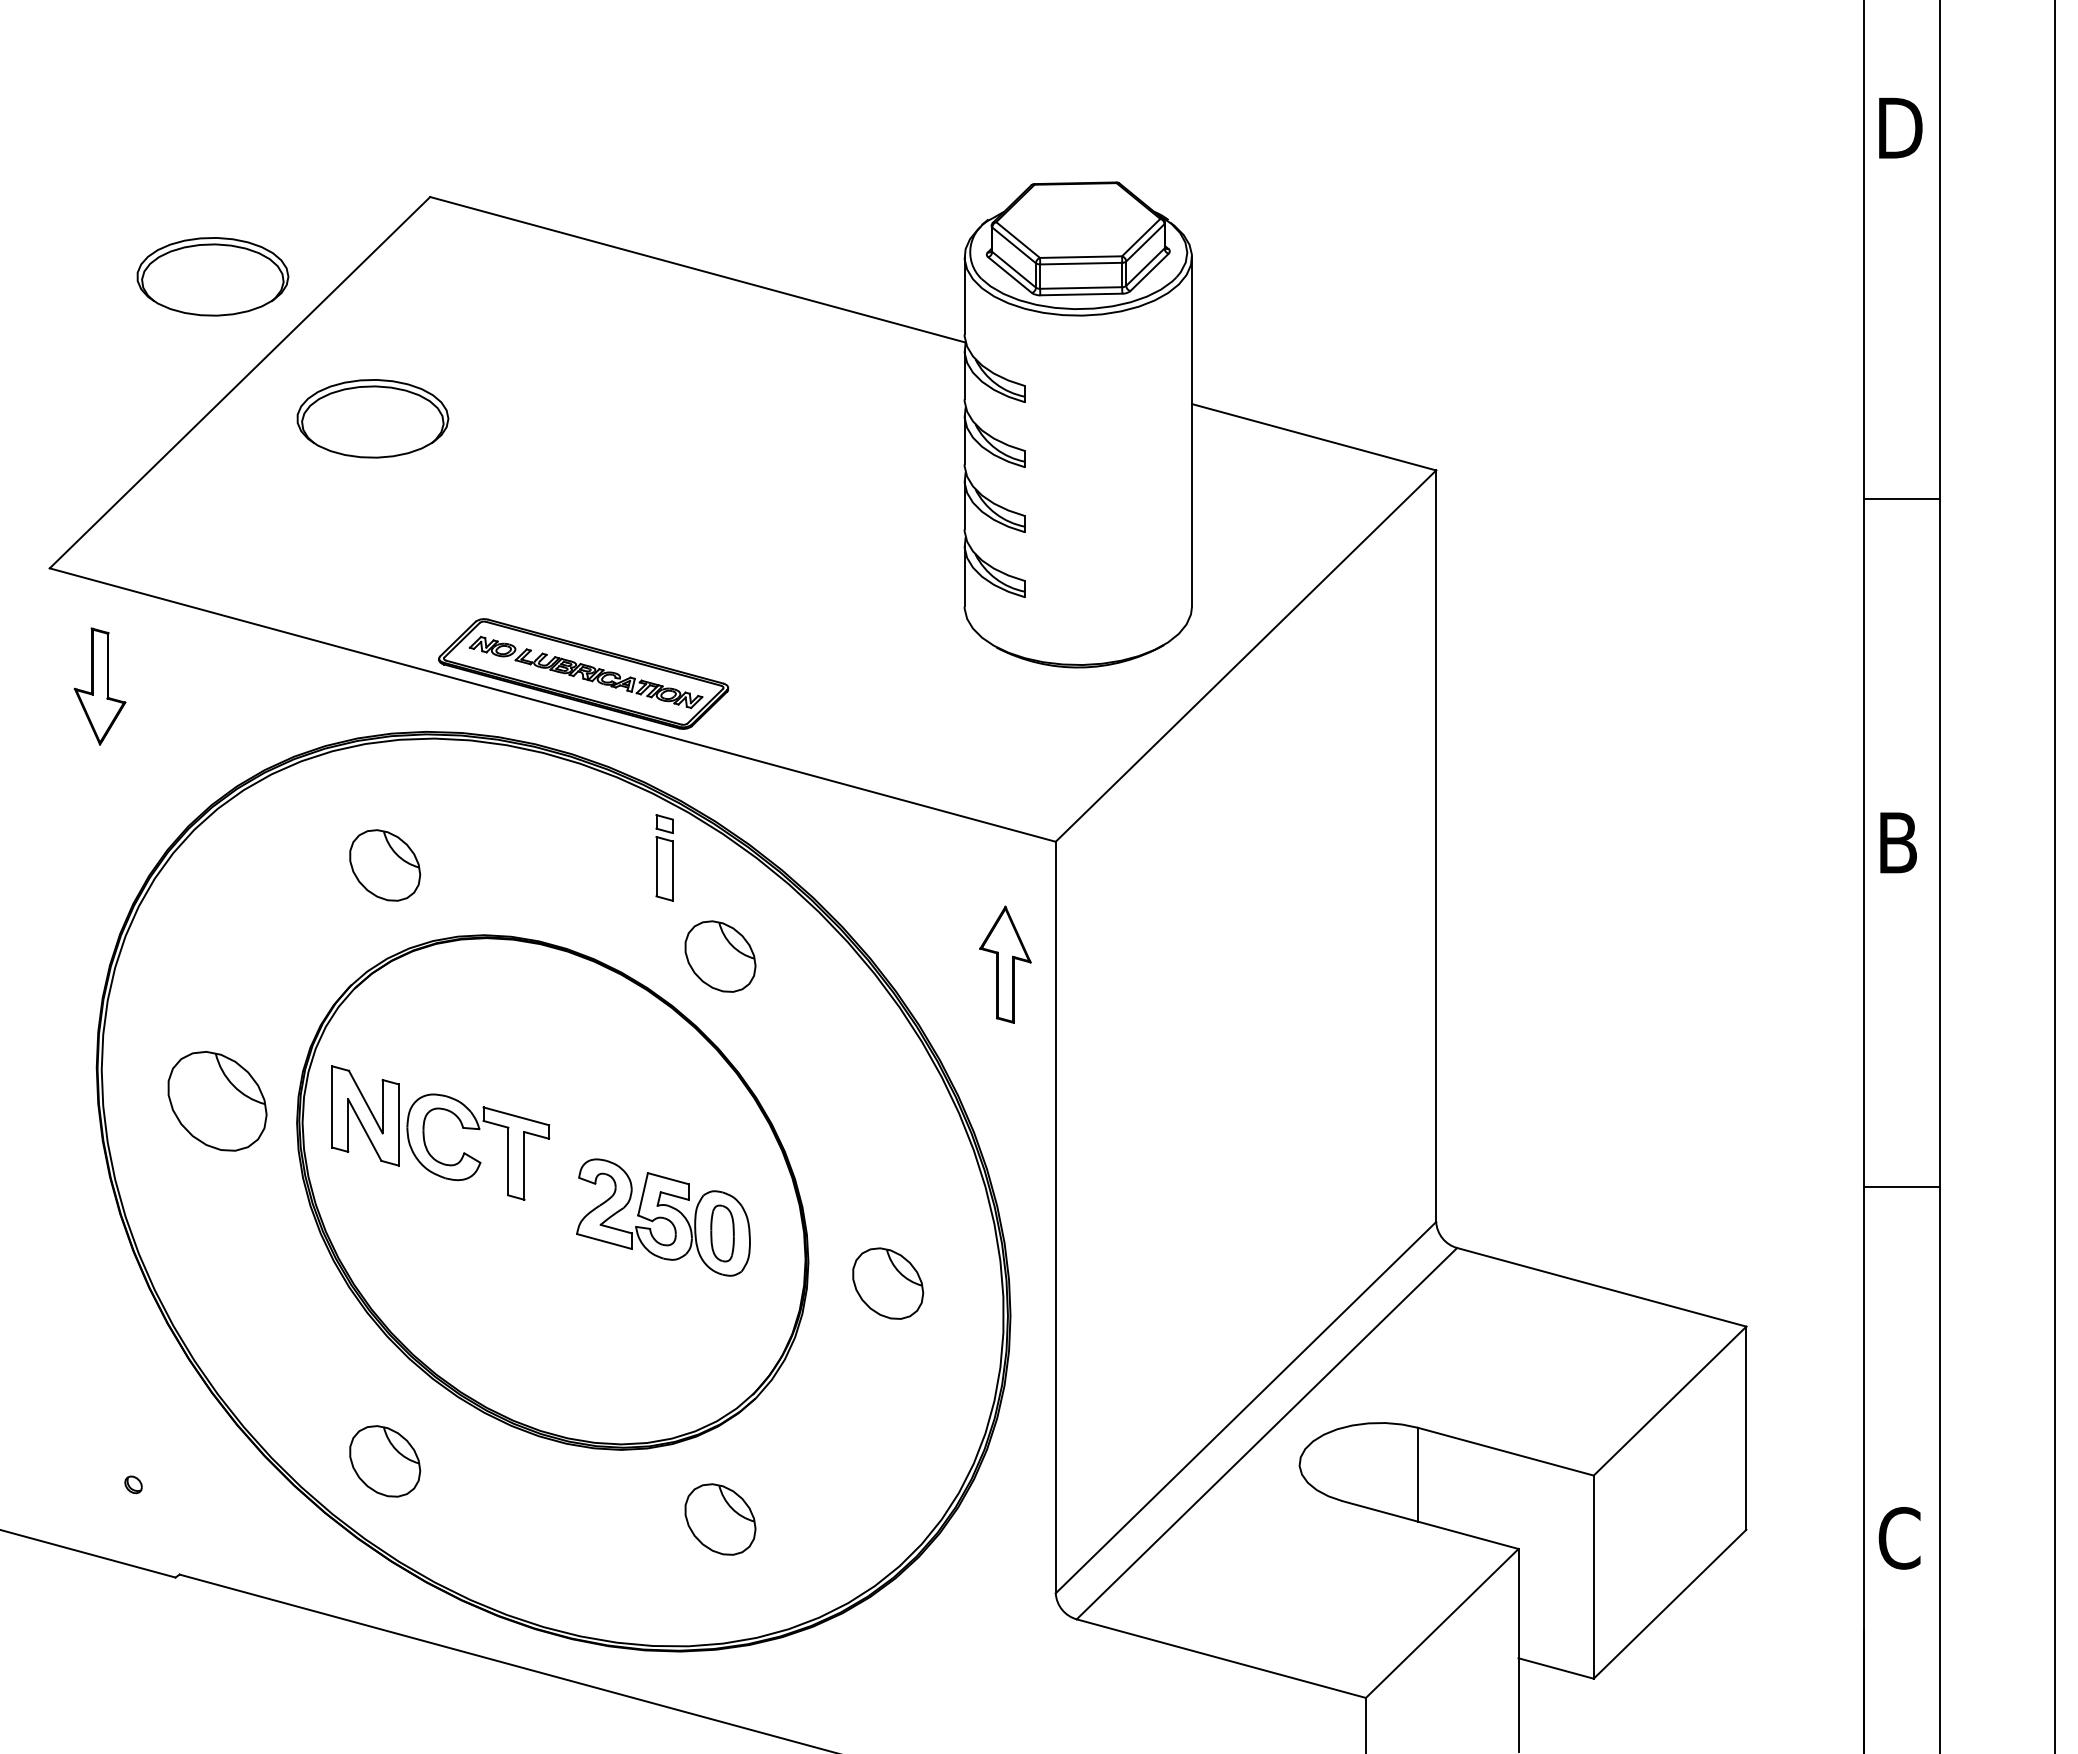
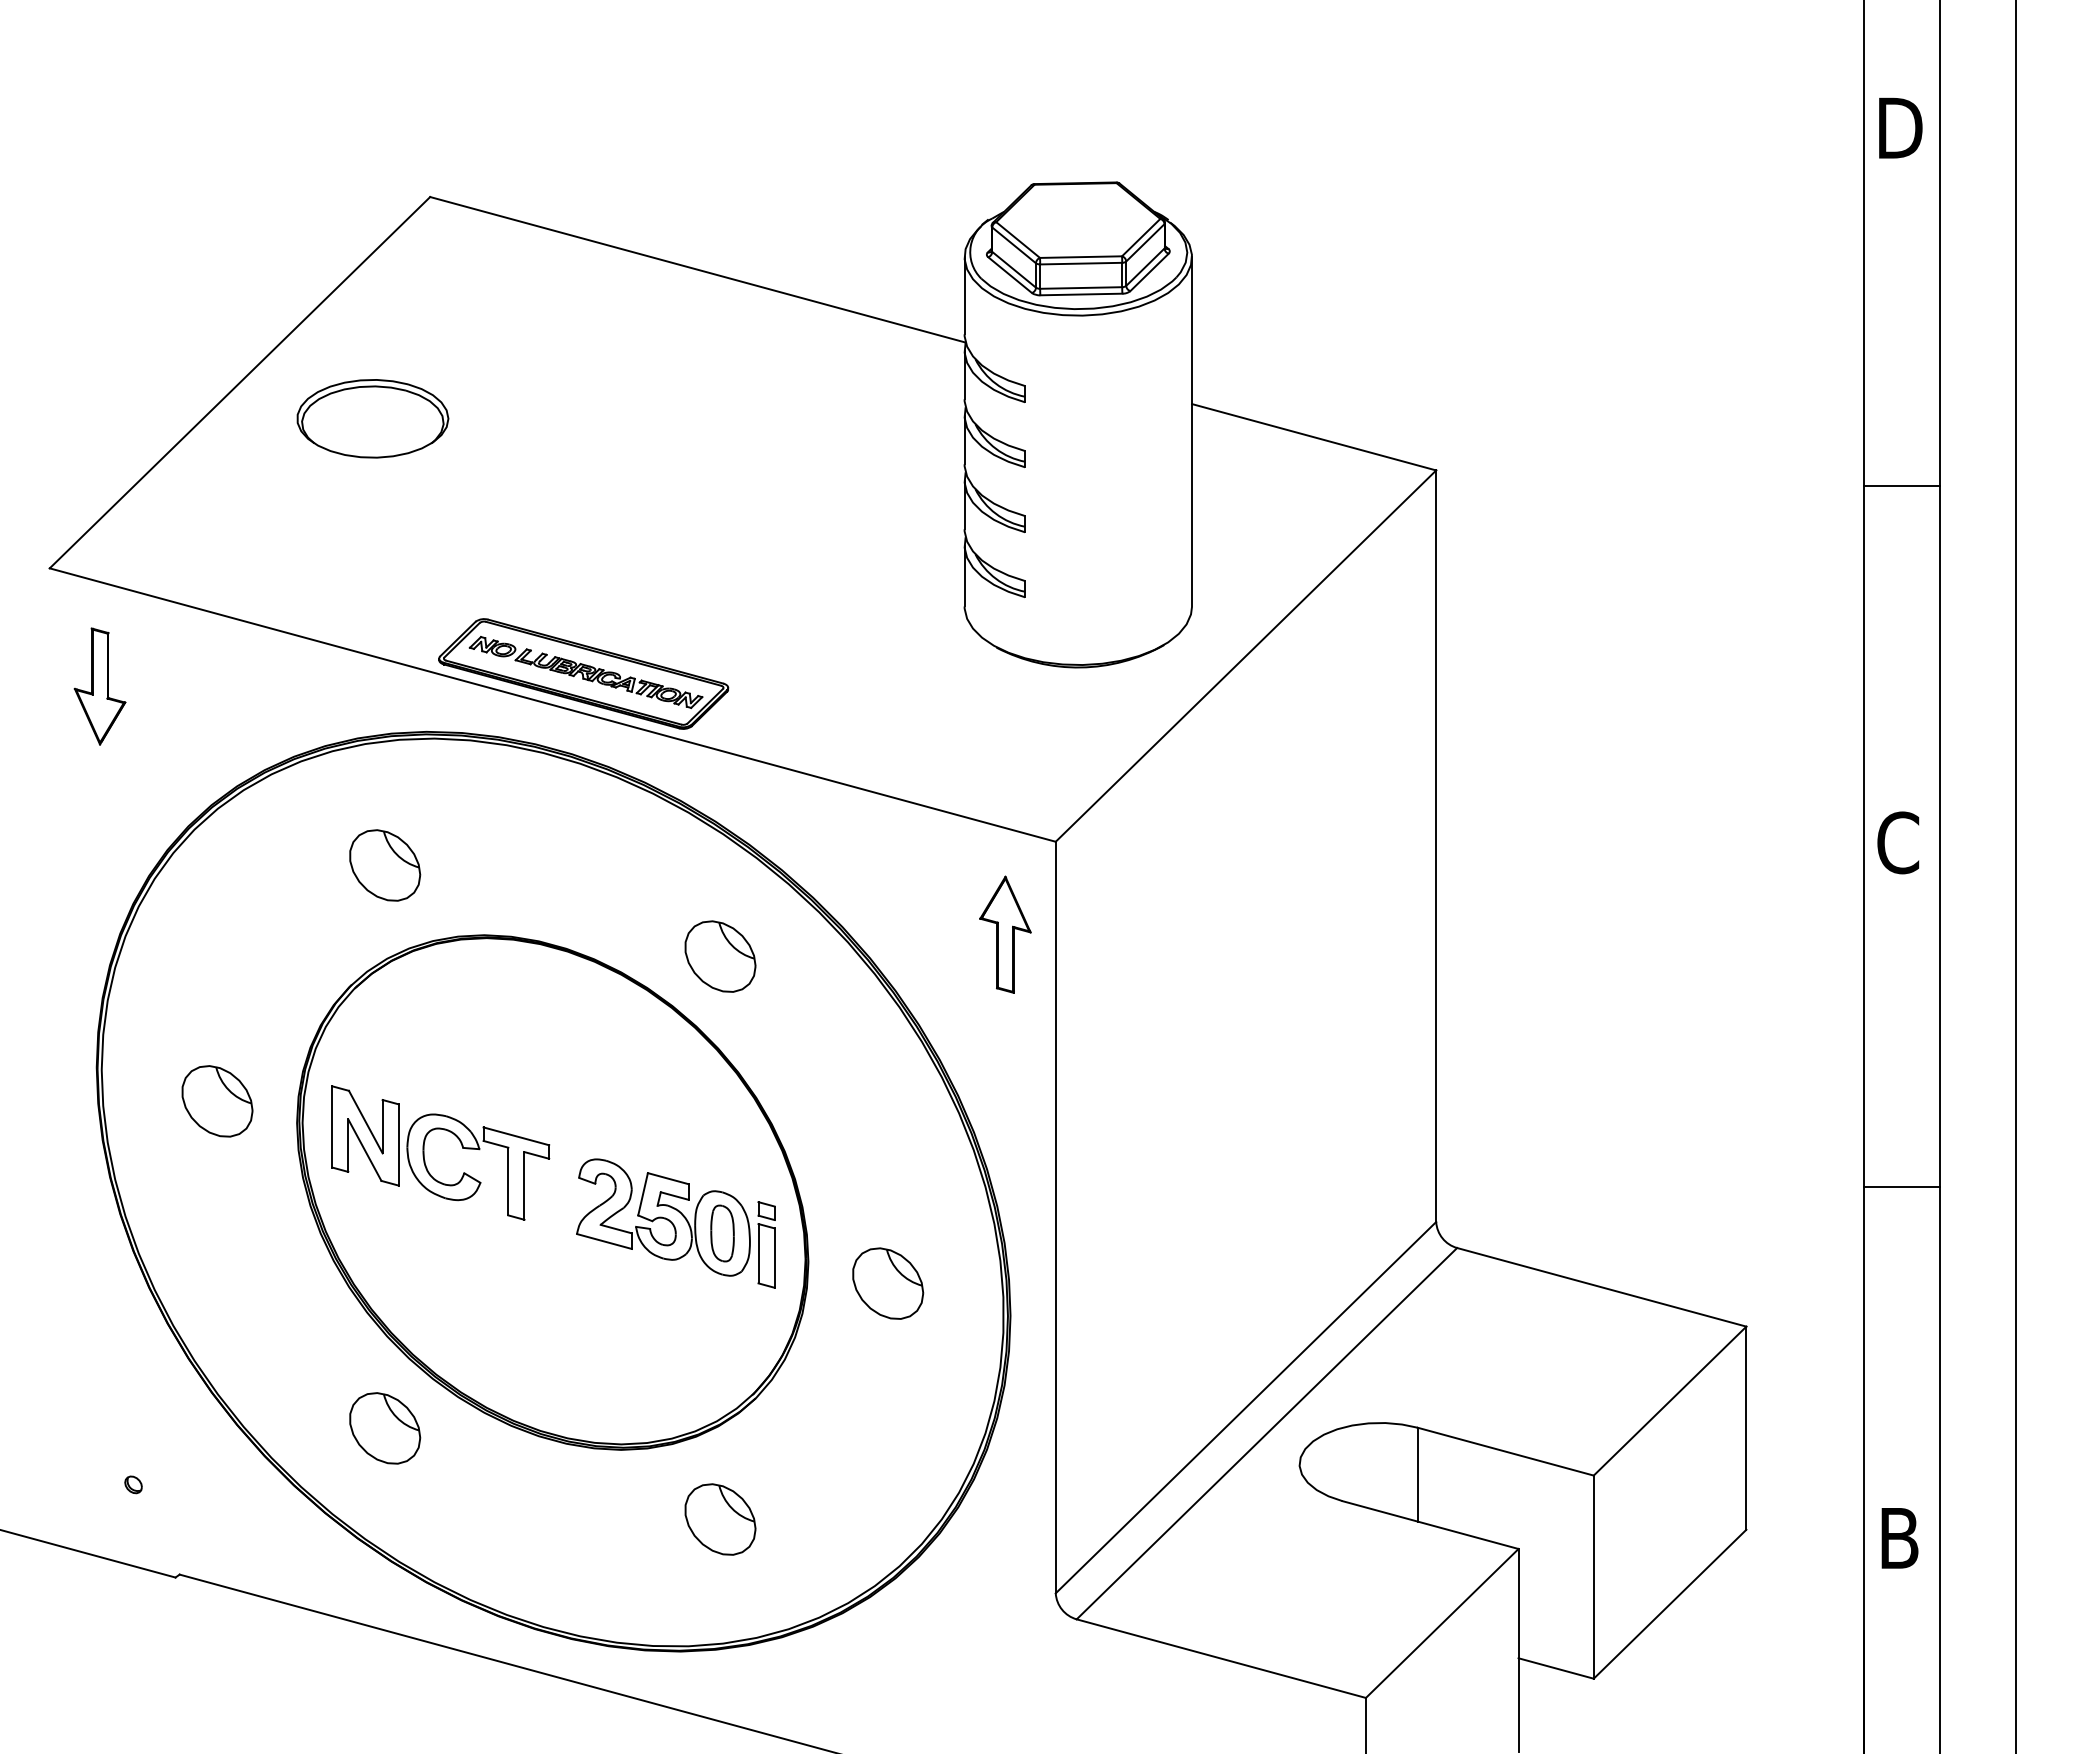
part at (212, 276): present -> none
line at (1901, 499) position: (1901, 499) -> (1901, 486)
text at (1898, 842): B -> C
part at (664, 857) position: (664, 857) -> (766, 1244)
line at (2054, 876) position: (2054, 876) -> (2015, 876)
part at (1005, 964) position: (1005, 964) -> (1005, 934)
part at (217, 1101) size: 101x101 px -> 73x73 px
part at (424, 1132) position: (424, 1132) -> (424, 1152)
part at (385, 1461) position: (385, 1461) -> (385, 1428)
text at (1899, 1538): C -> B
